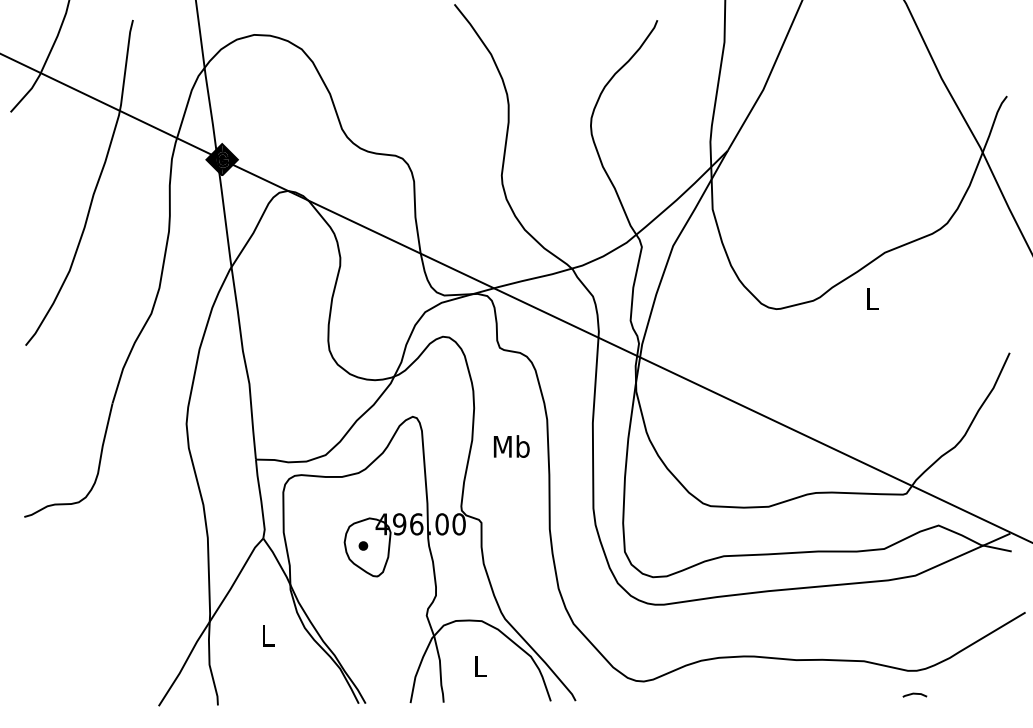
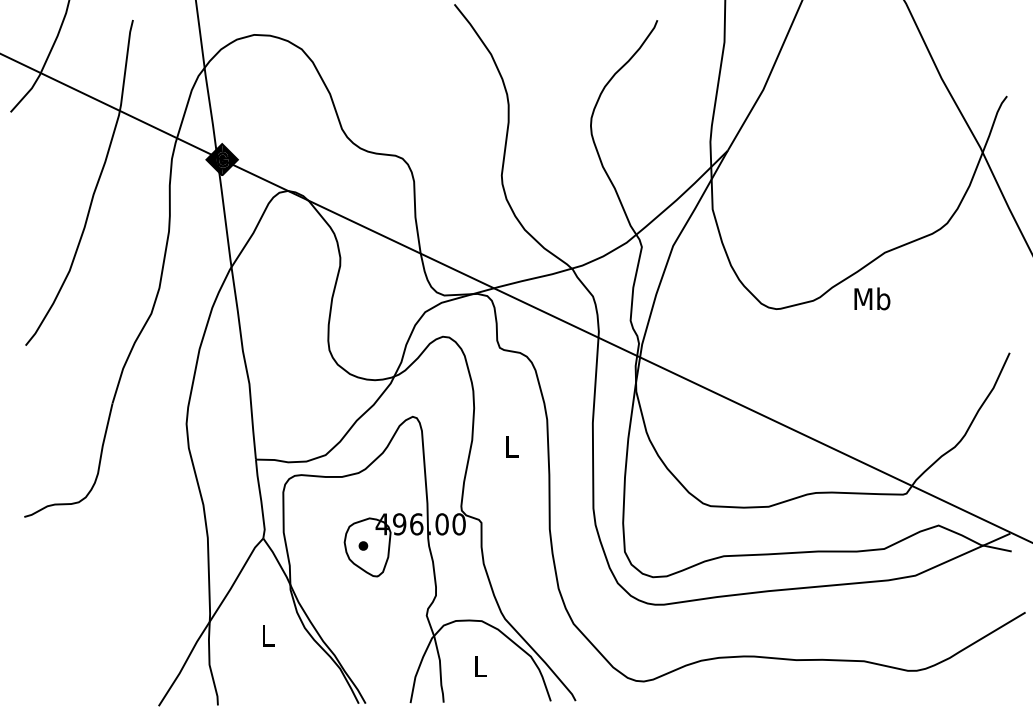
text at (872, 298): L -> Mb
text at (511, 446): Mb -> L
line at (914, 694): present -> none
